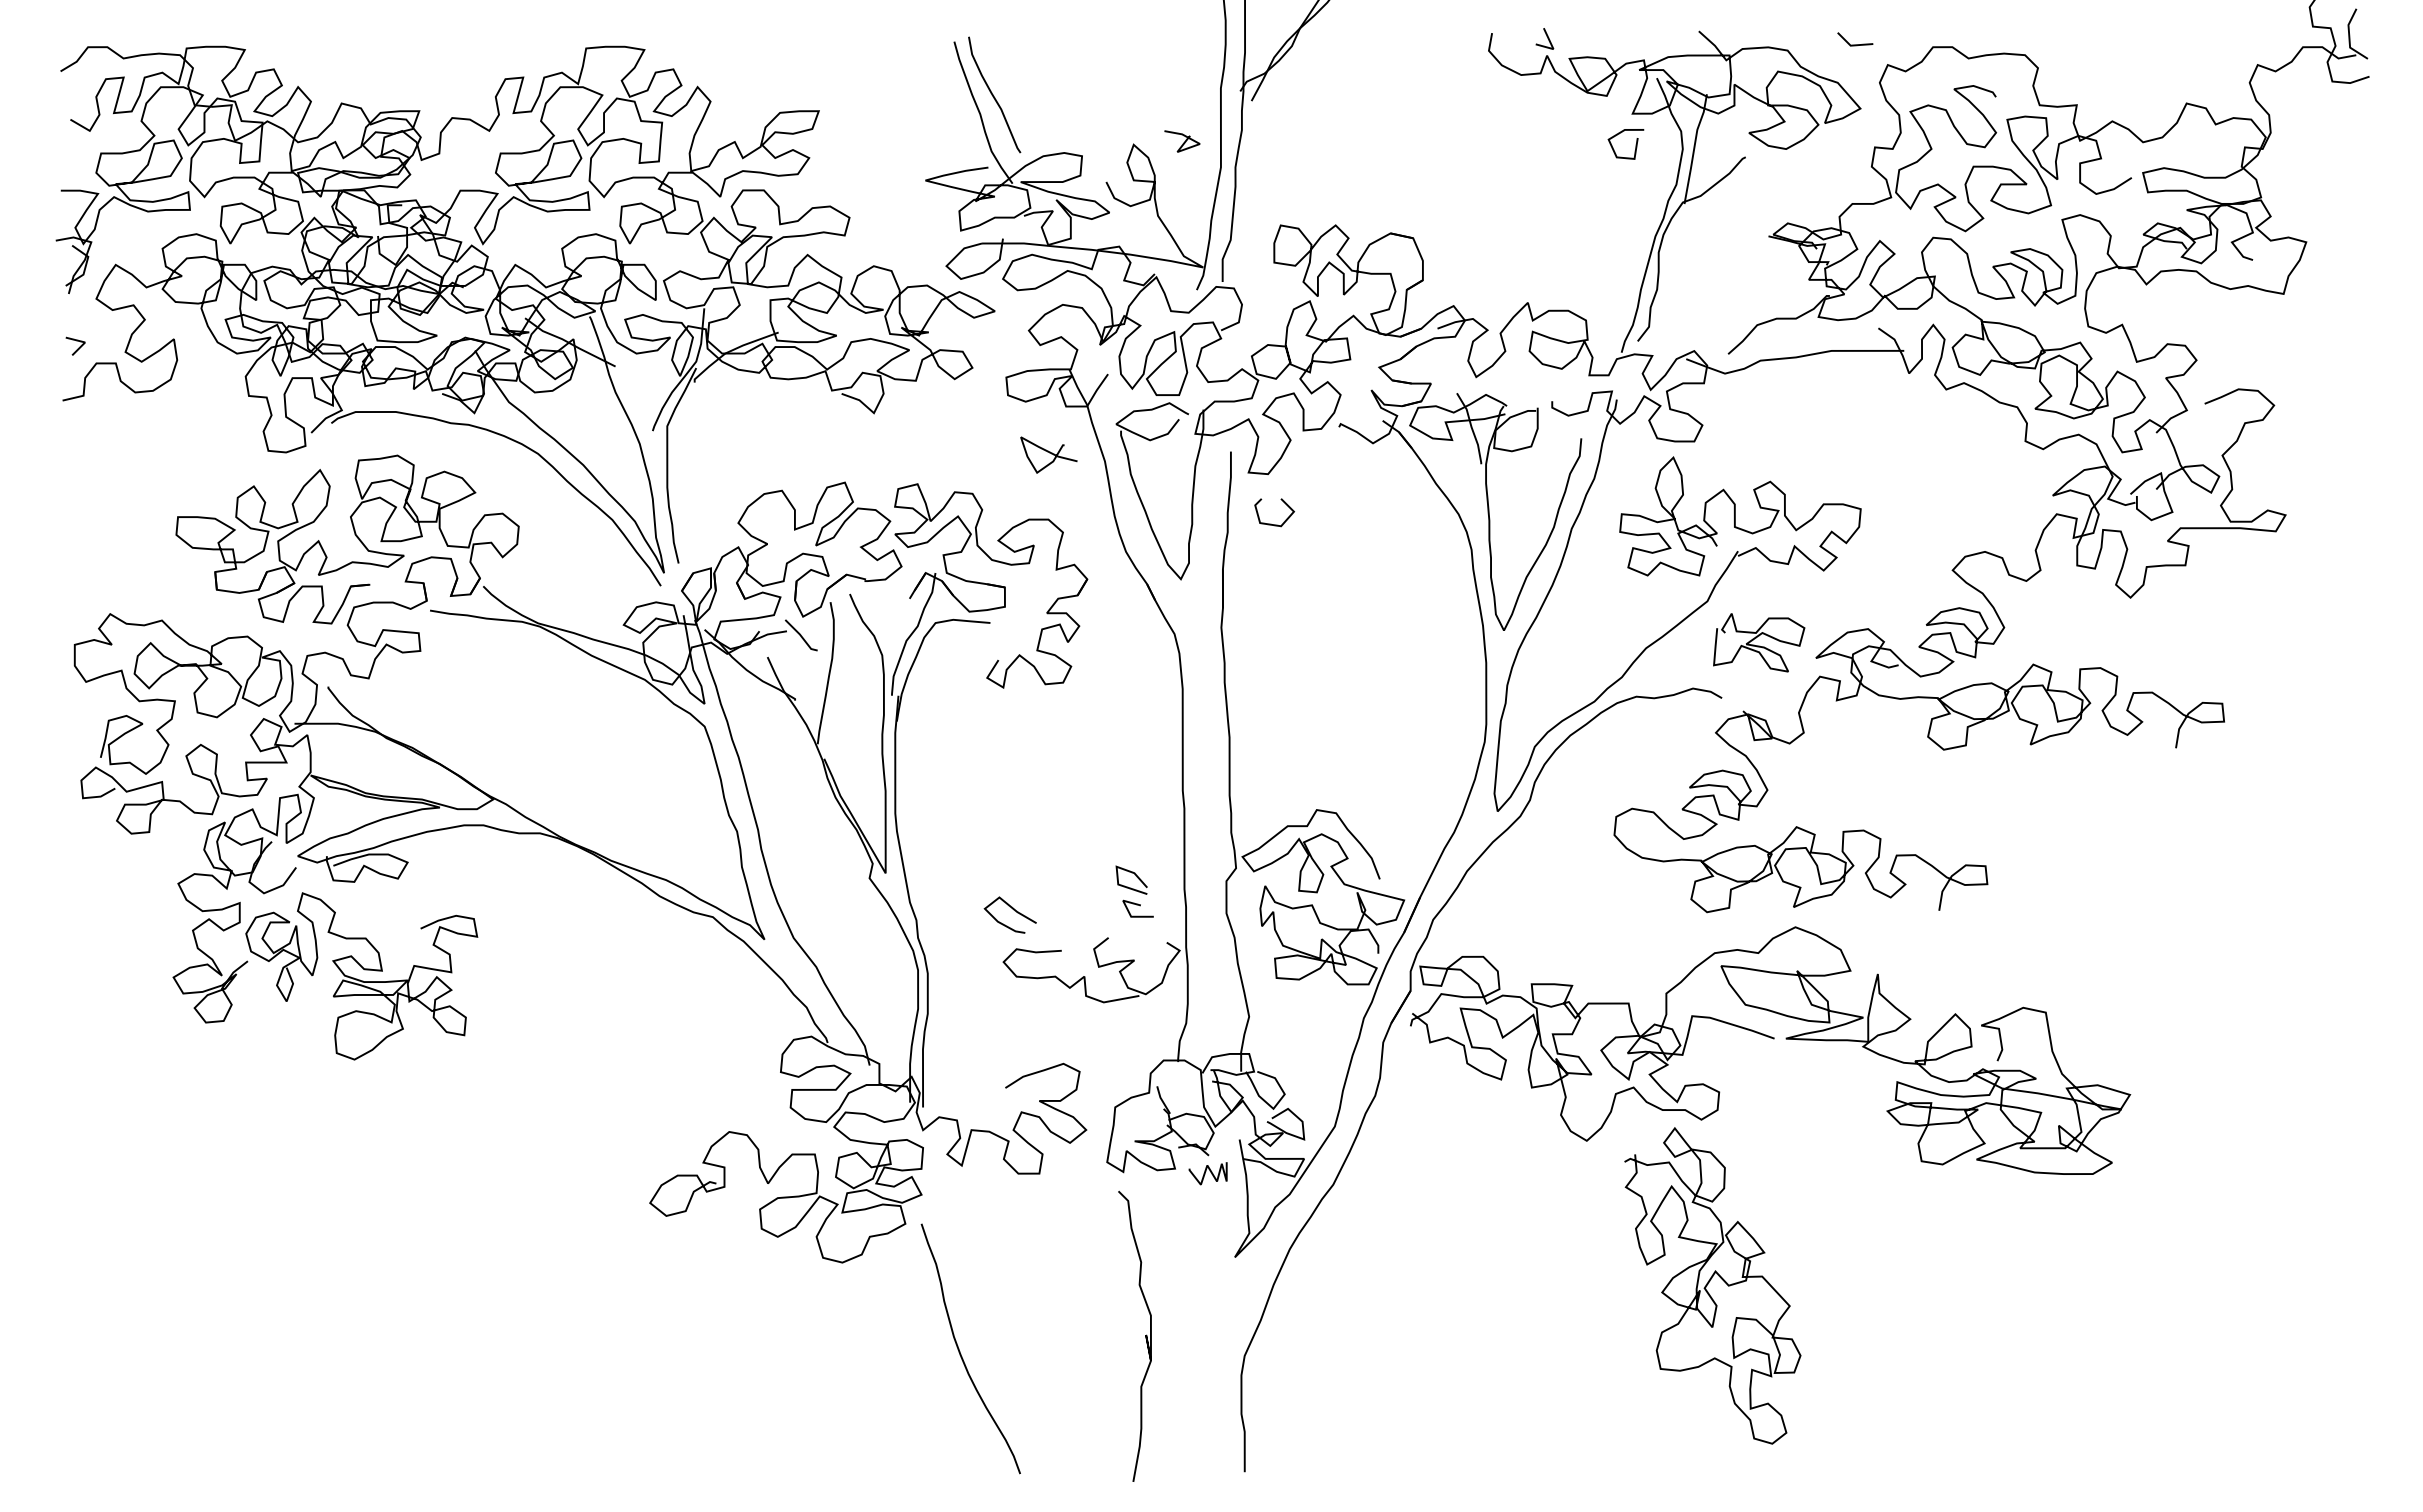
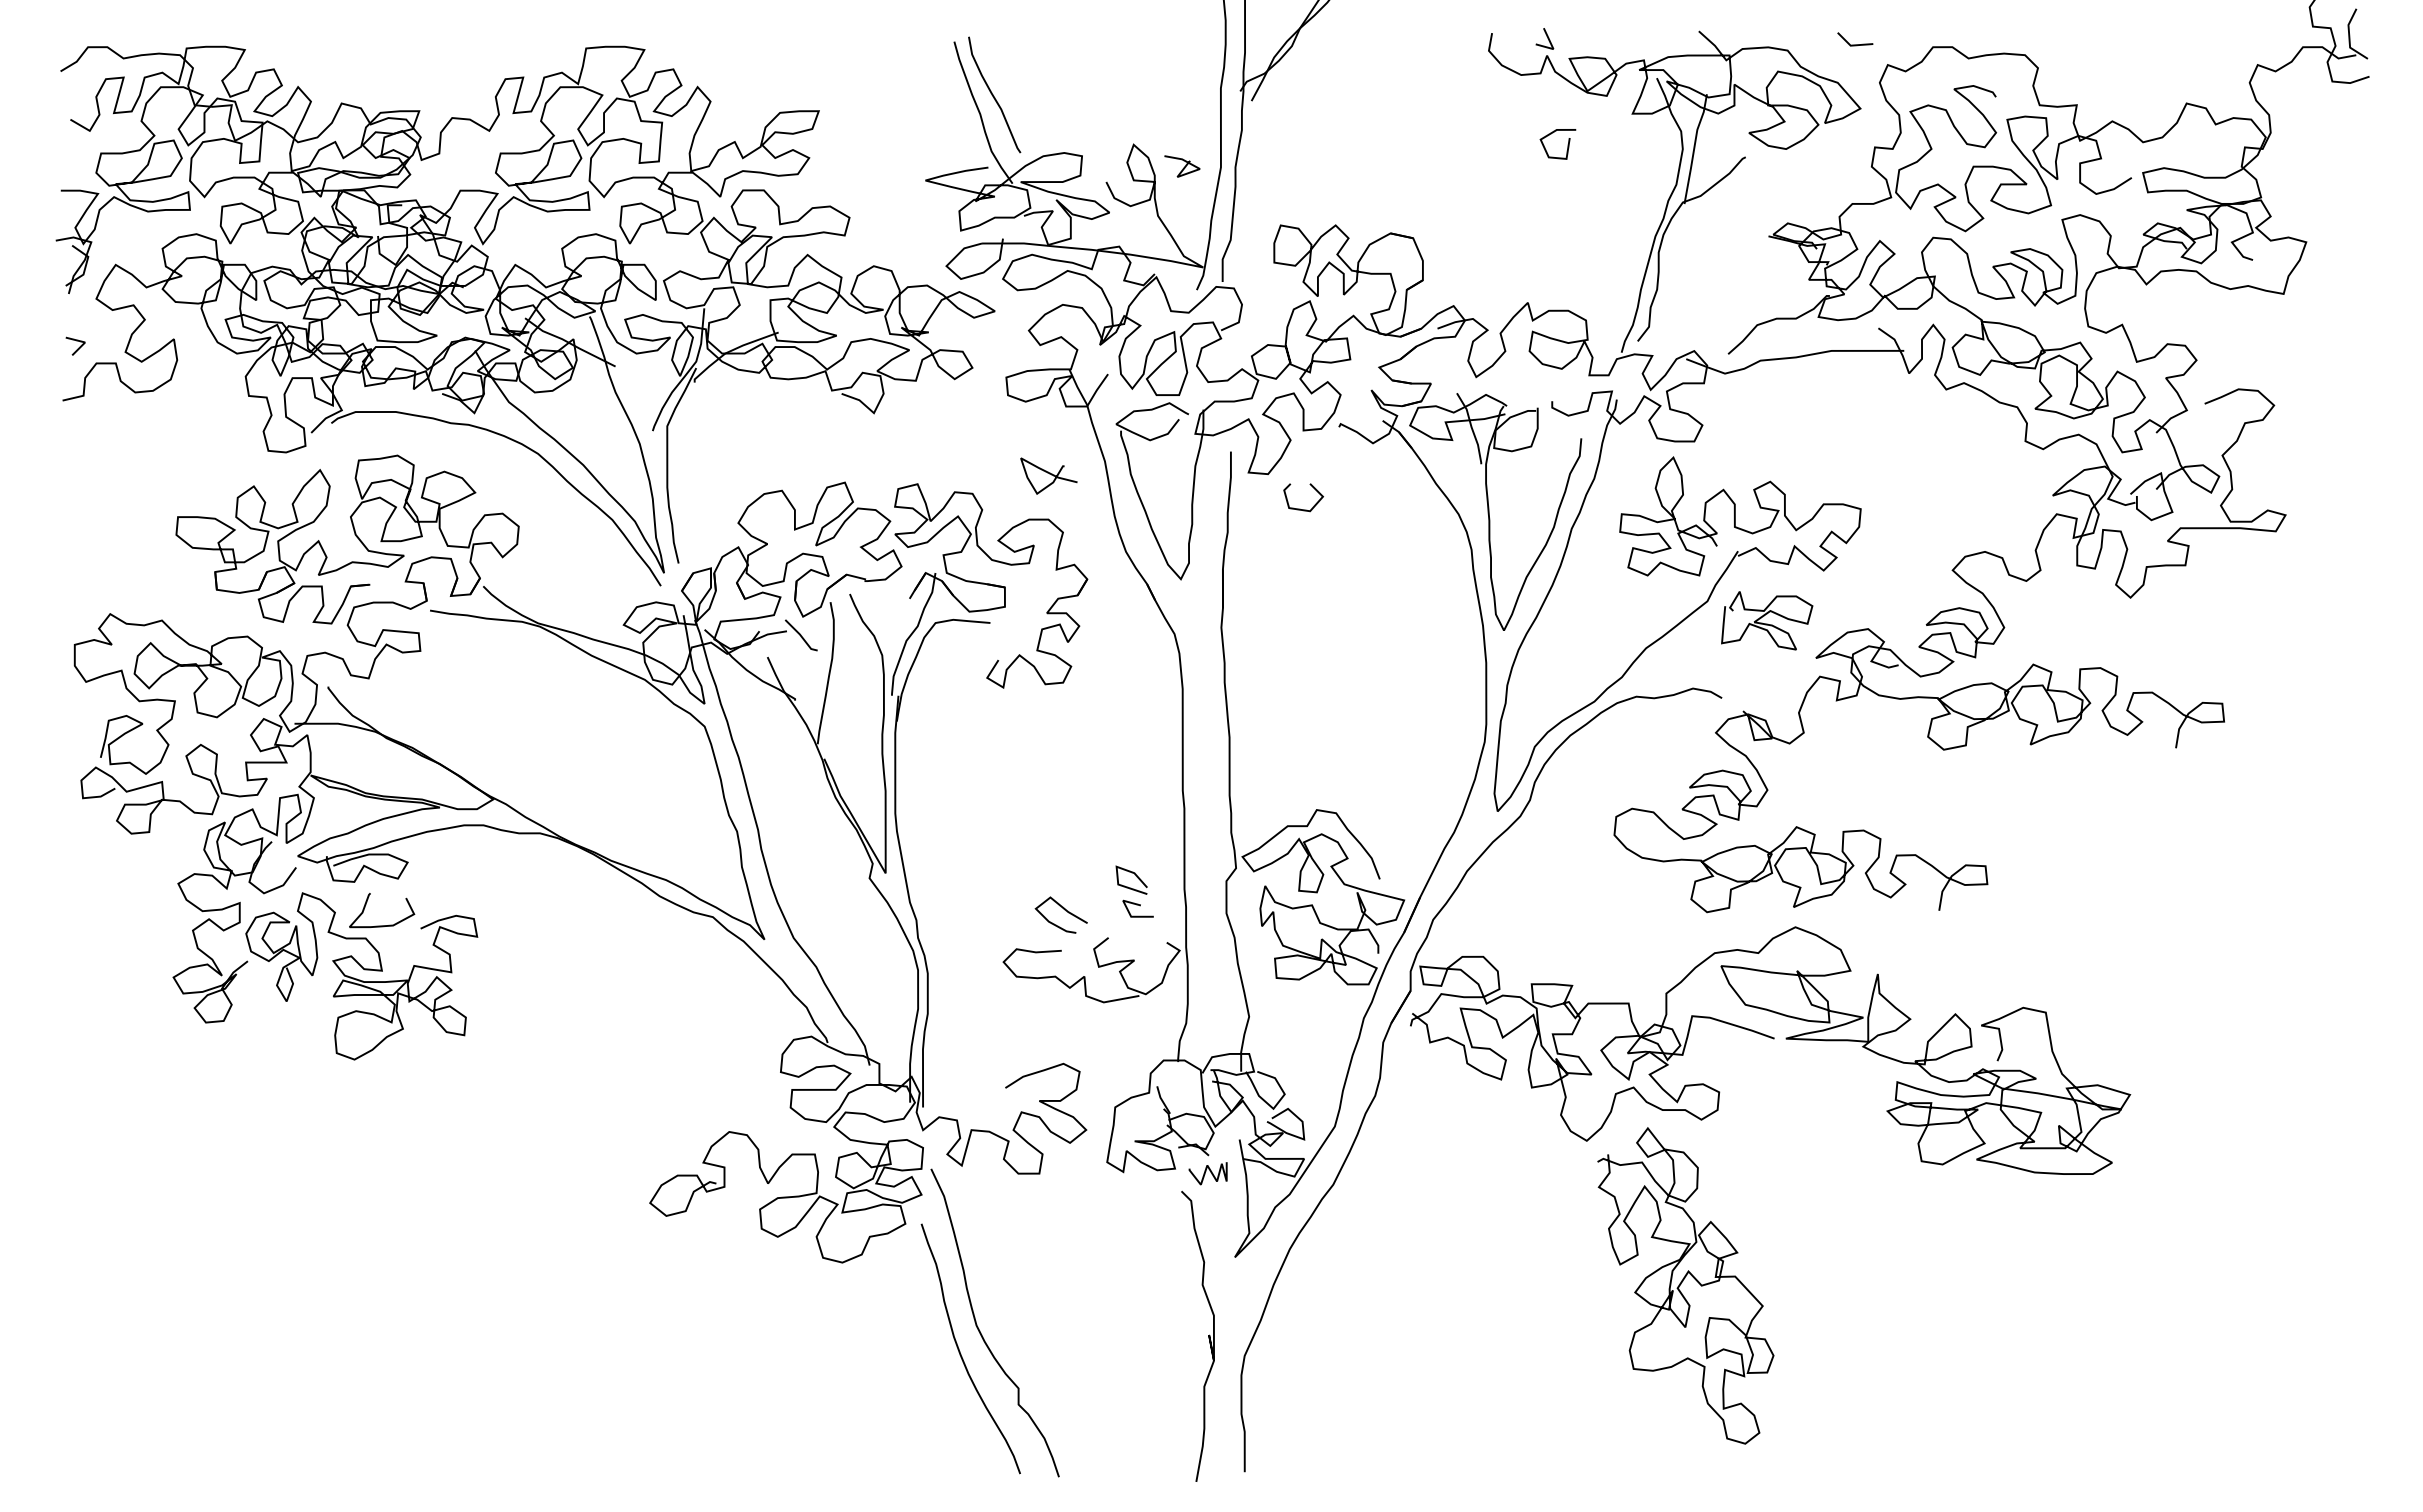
curve at (1183, 142) position: (1183, 142) -> (1183, 167)
curve at (1635, 144) position: (1635, 144) -> (1567, 144)
curve at (1049, 453) position: (1049, 453) -> (1049, 474)
curve at (1271, 523) position: (1271, 523) -> (1300, 508)
curve at (1759, 645) position: (1759, 645) -> (1767, 623)
curve at (1013, 910) position: (1013, 910) -> (1064, 910)
curve at (382, 925): none -> present
curve at (1708, 1284) position: (1708, 1284) -> (1681, 1284)
curve at (980, 1330): none -> present
curve at (1145, 1335) position: (1145, 1335) -> (1208, 1335)
